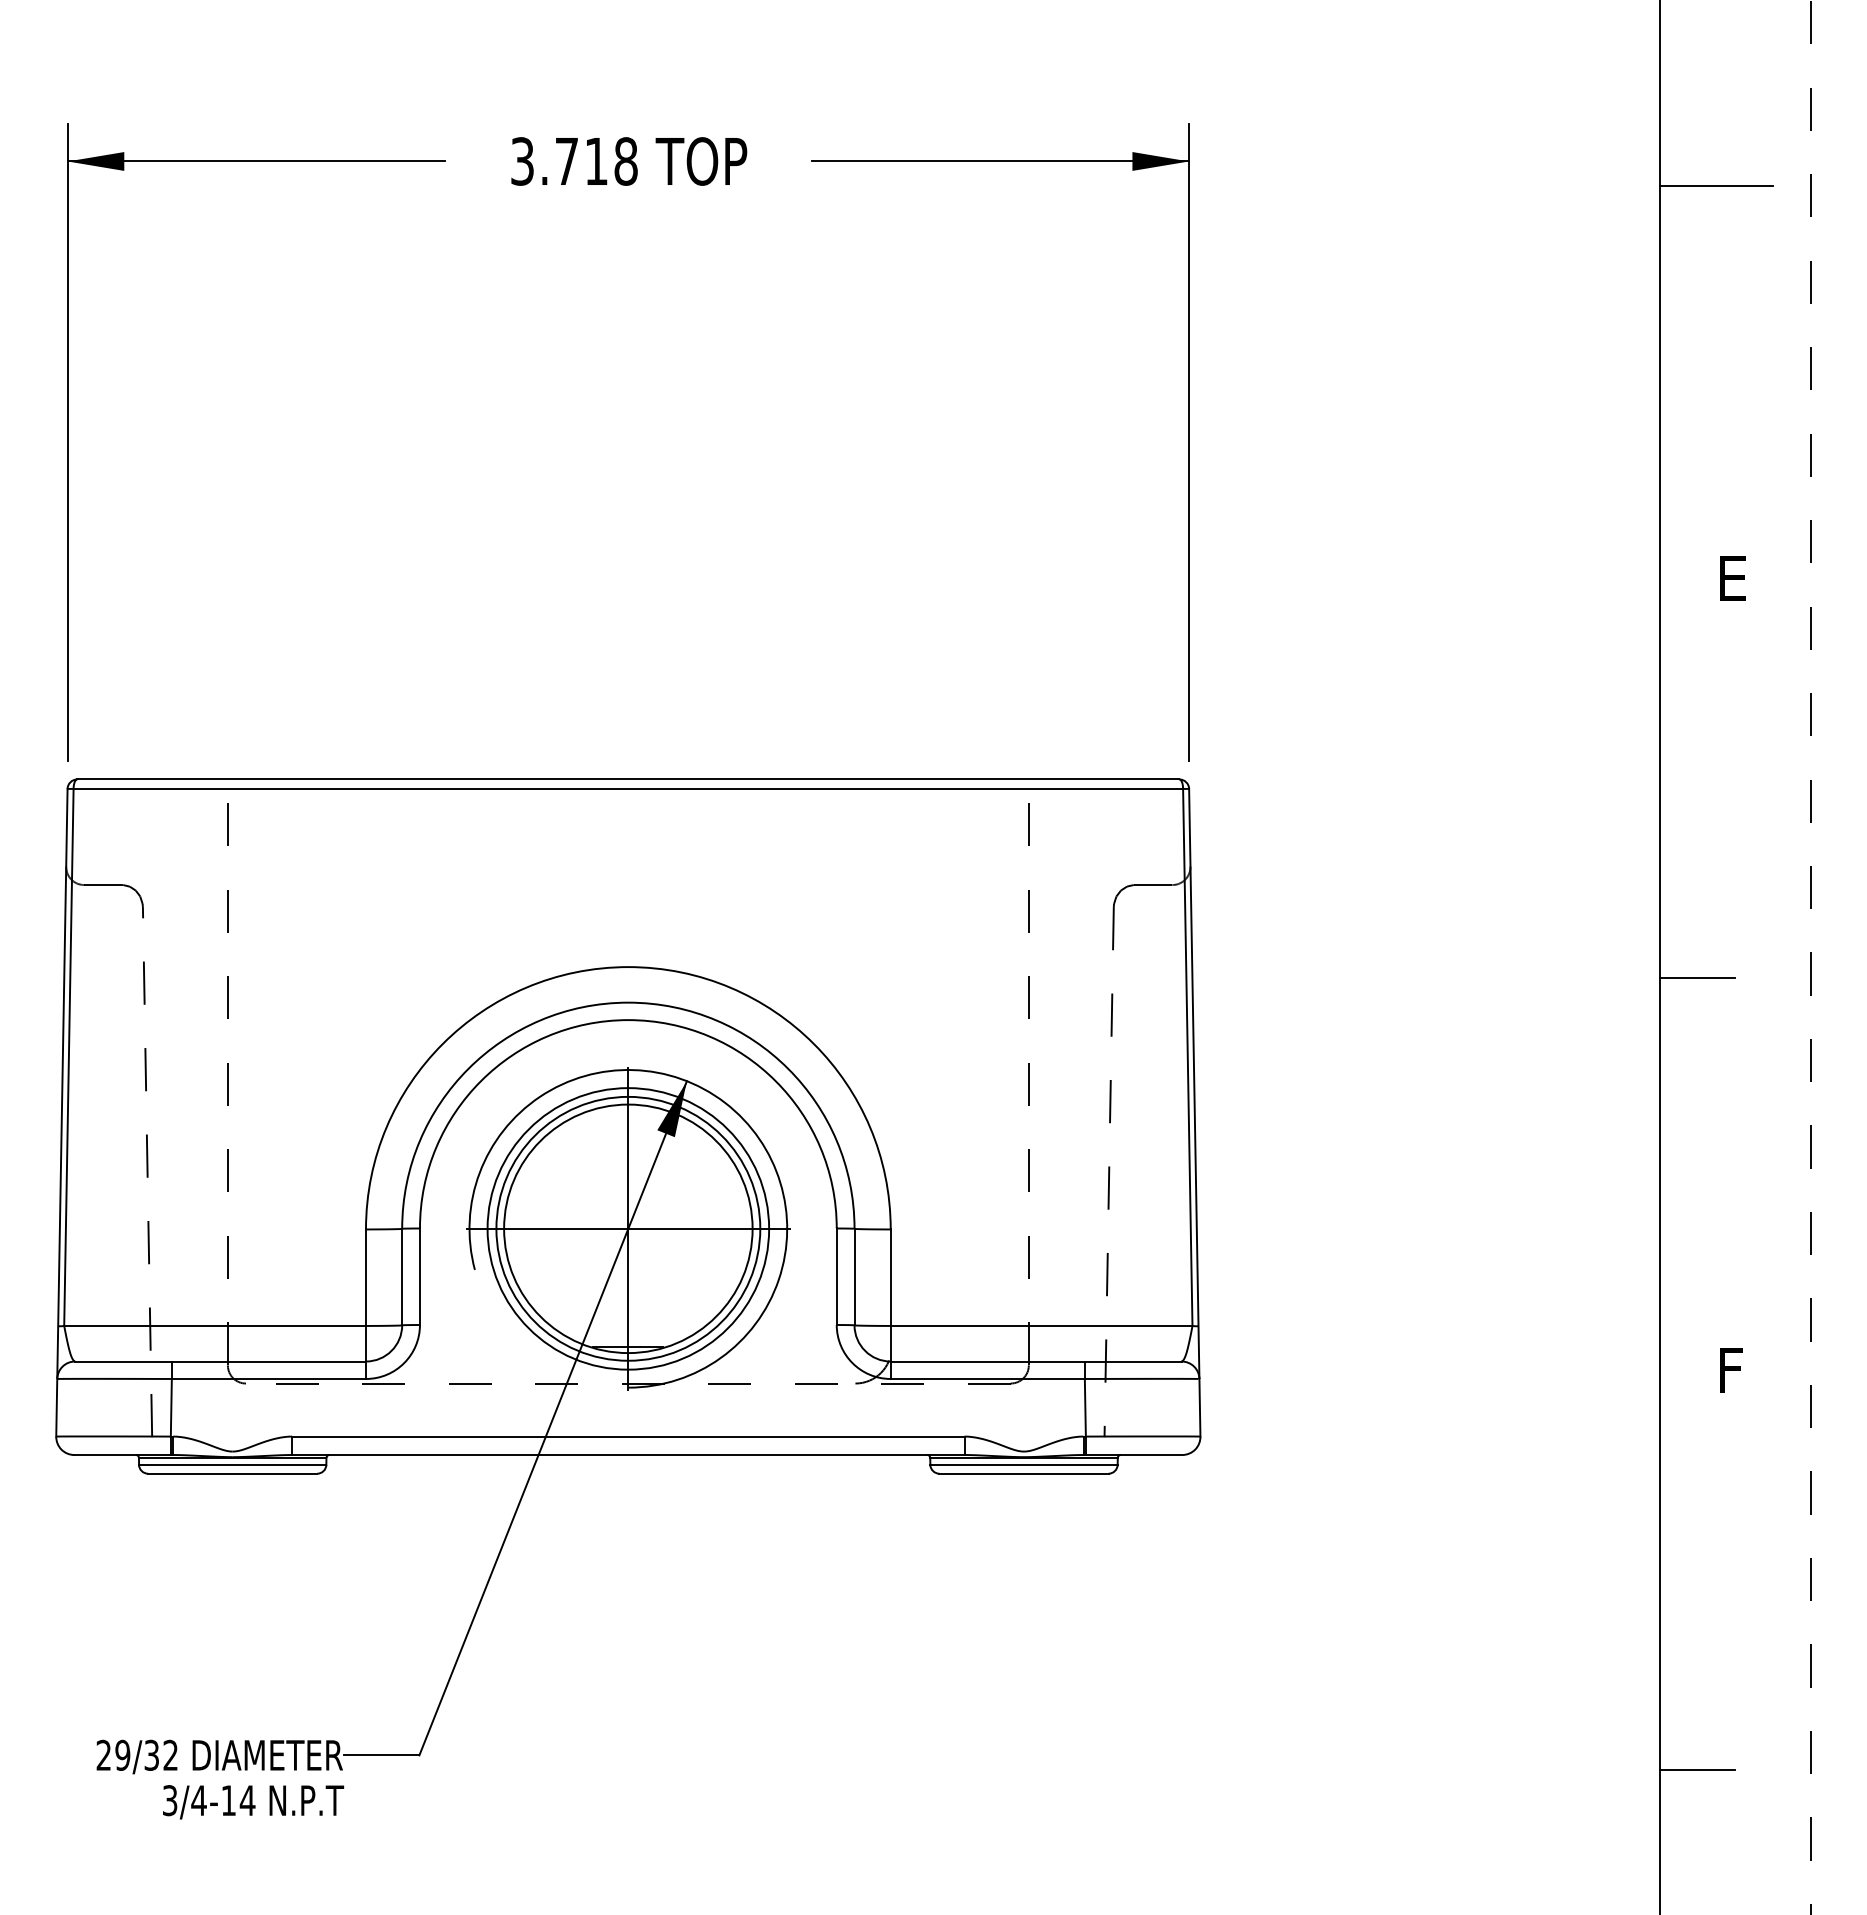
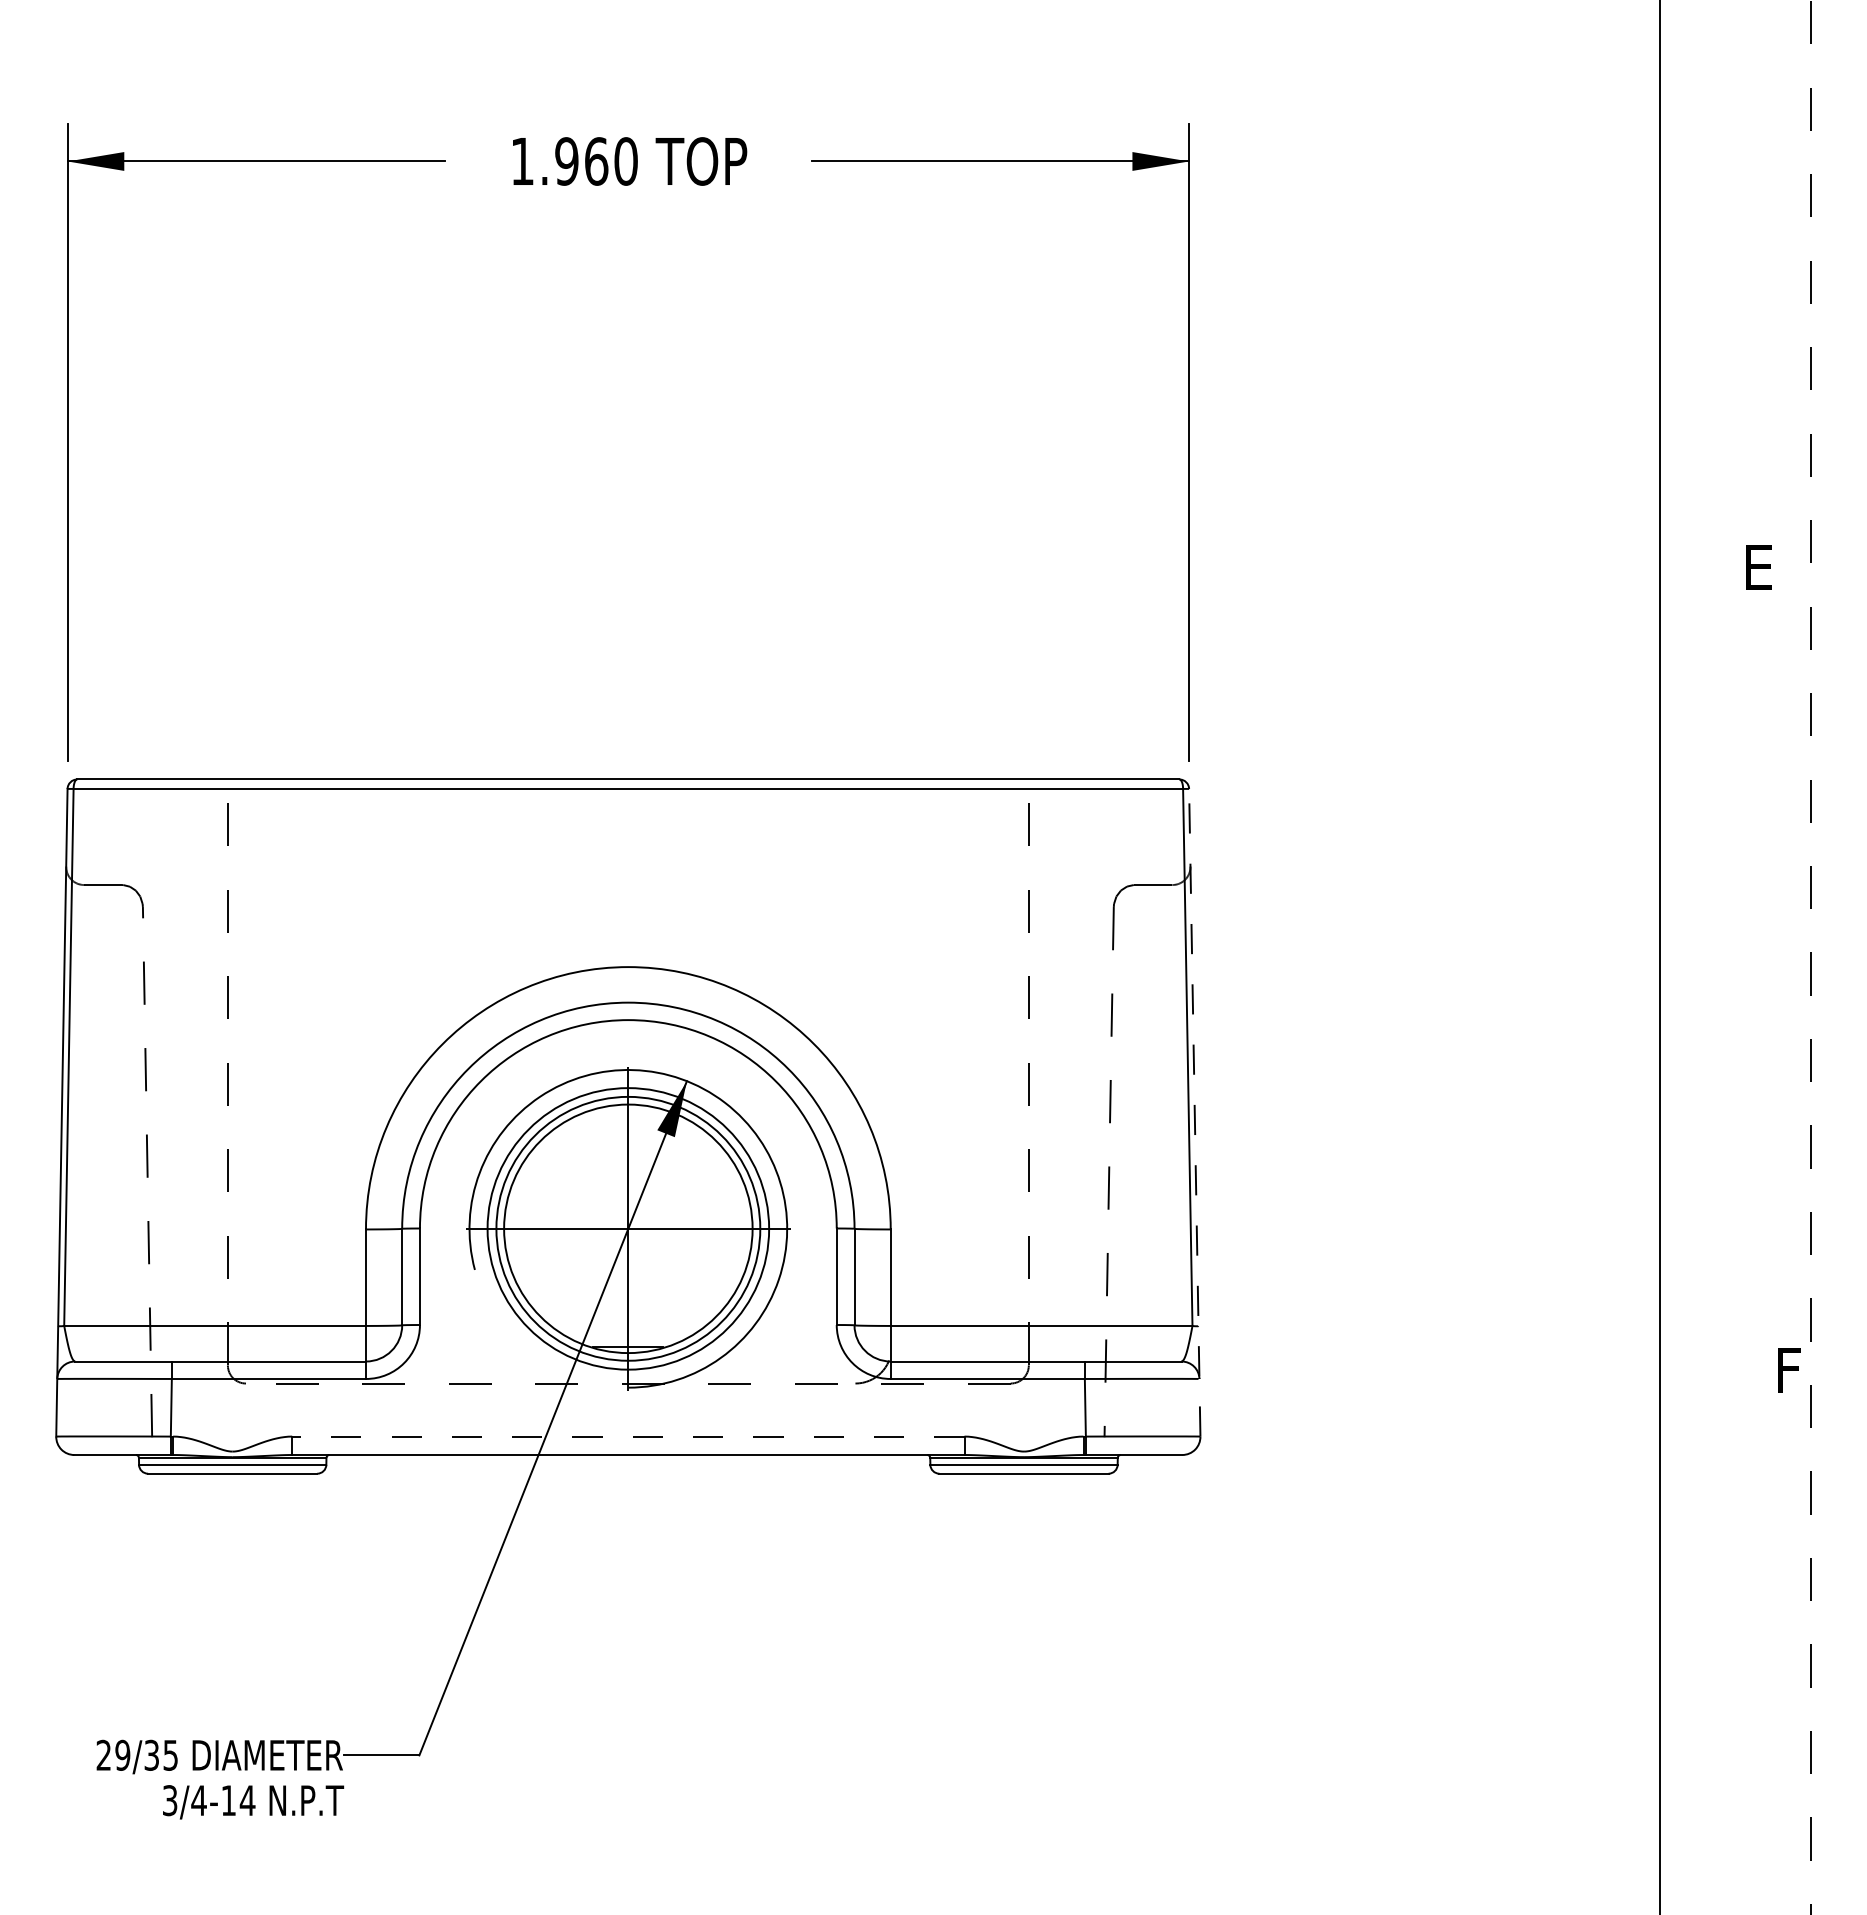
text at (574, 161): 3.718 -> 1.960
line at (1716, 186): present -> none
text at (1732, 578) position: (1732, 578) -> (1758, 567)
line at (1697, 978): present -> none
line at (1194, 1112): solid -> dashed
text at (1731, 1370) position: (1731, 1370) -> (1789, 1370)
line at (627, 1436): solid -> dashed
text at (170, 1754): 29/32 -> 29/35
line at (1697, 1770): present -> none
